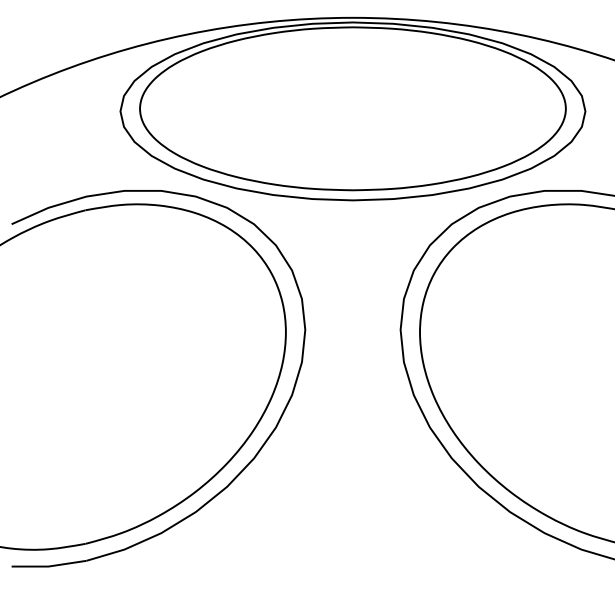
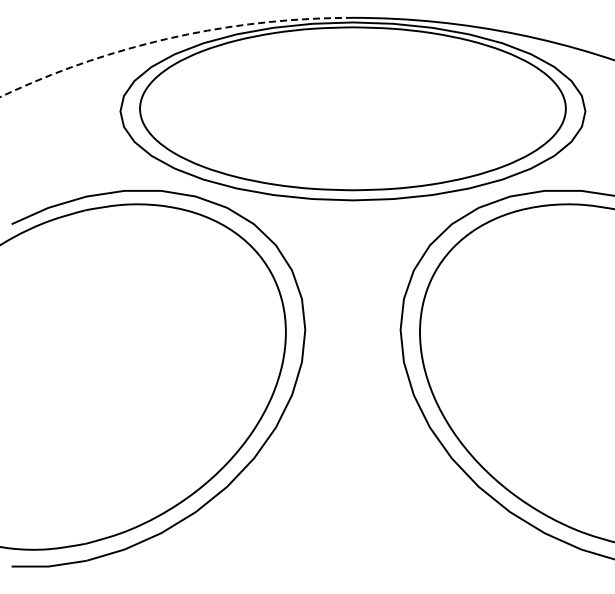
arc at (170, 38): solid -> dashed
